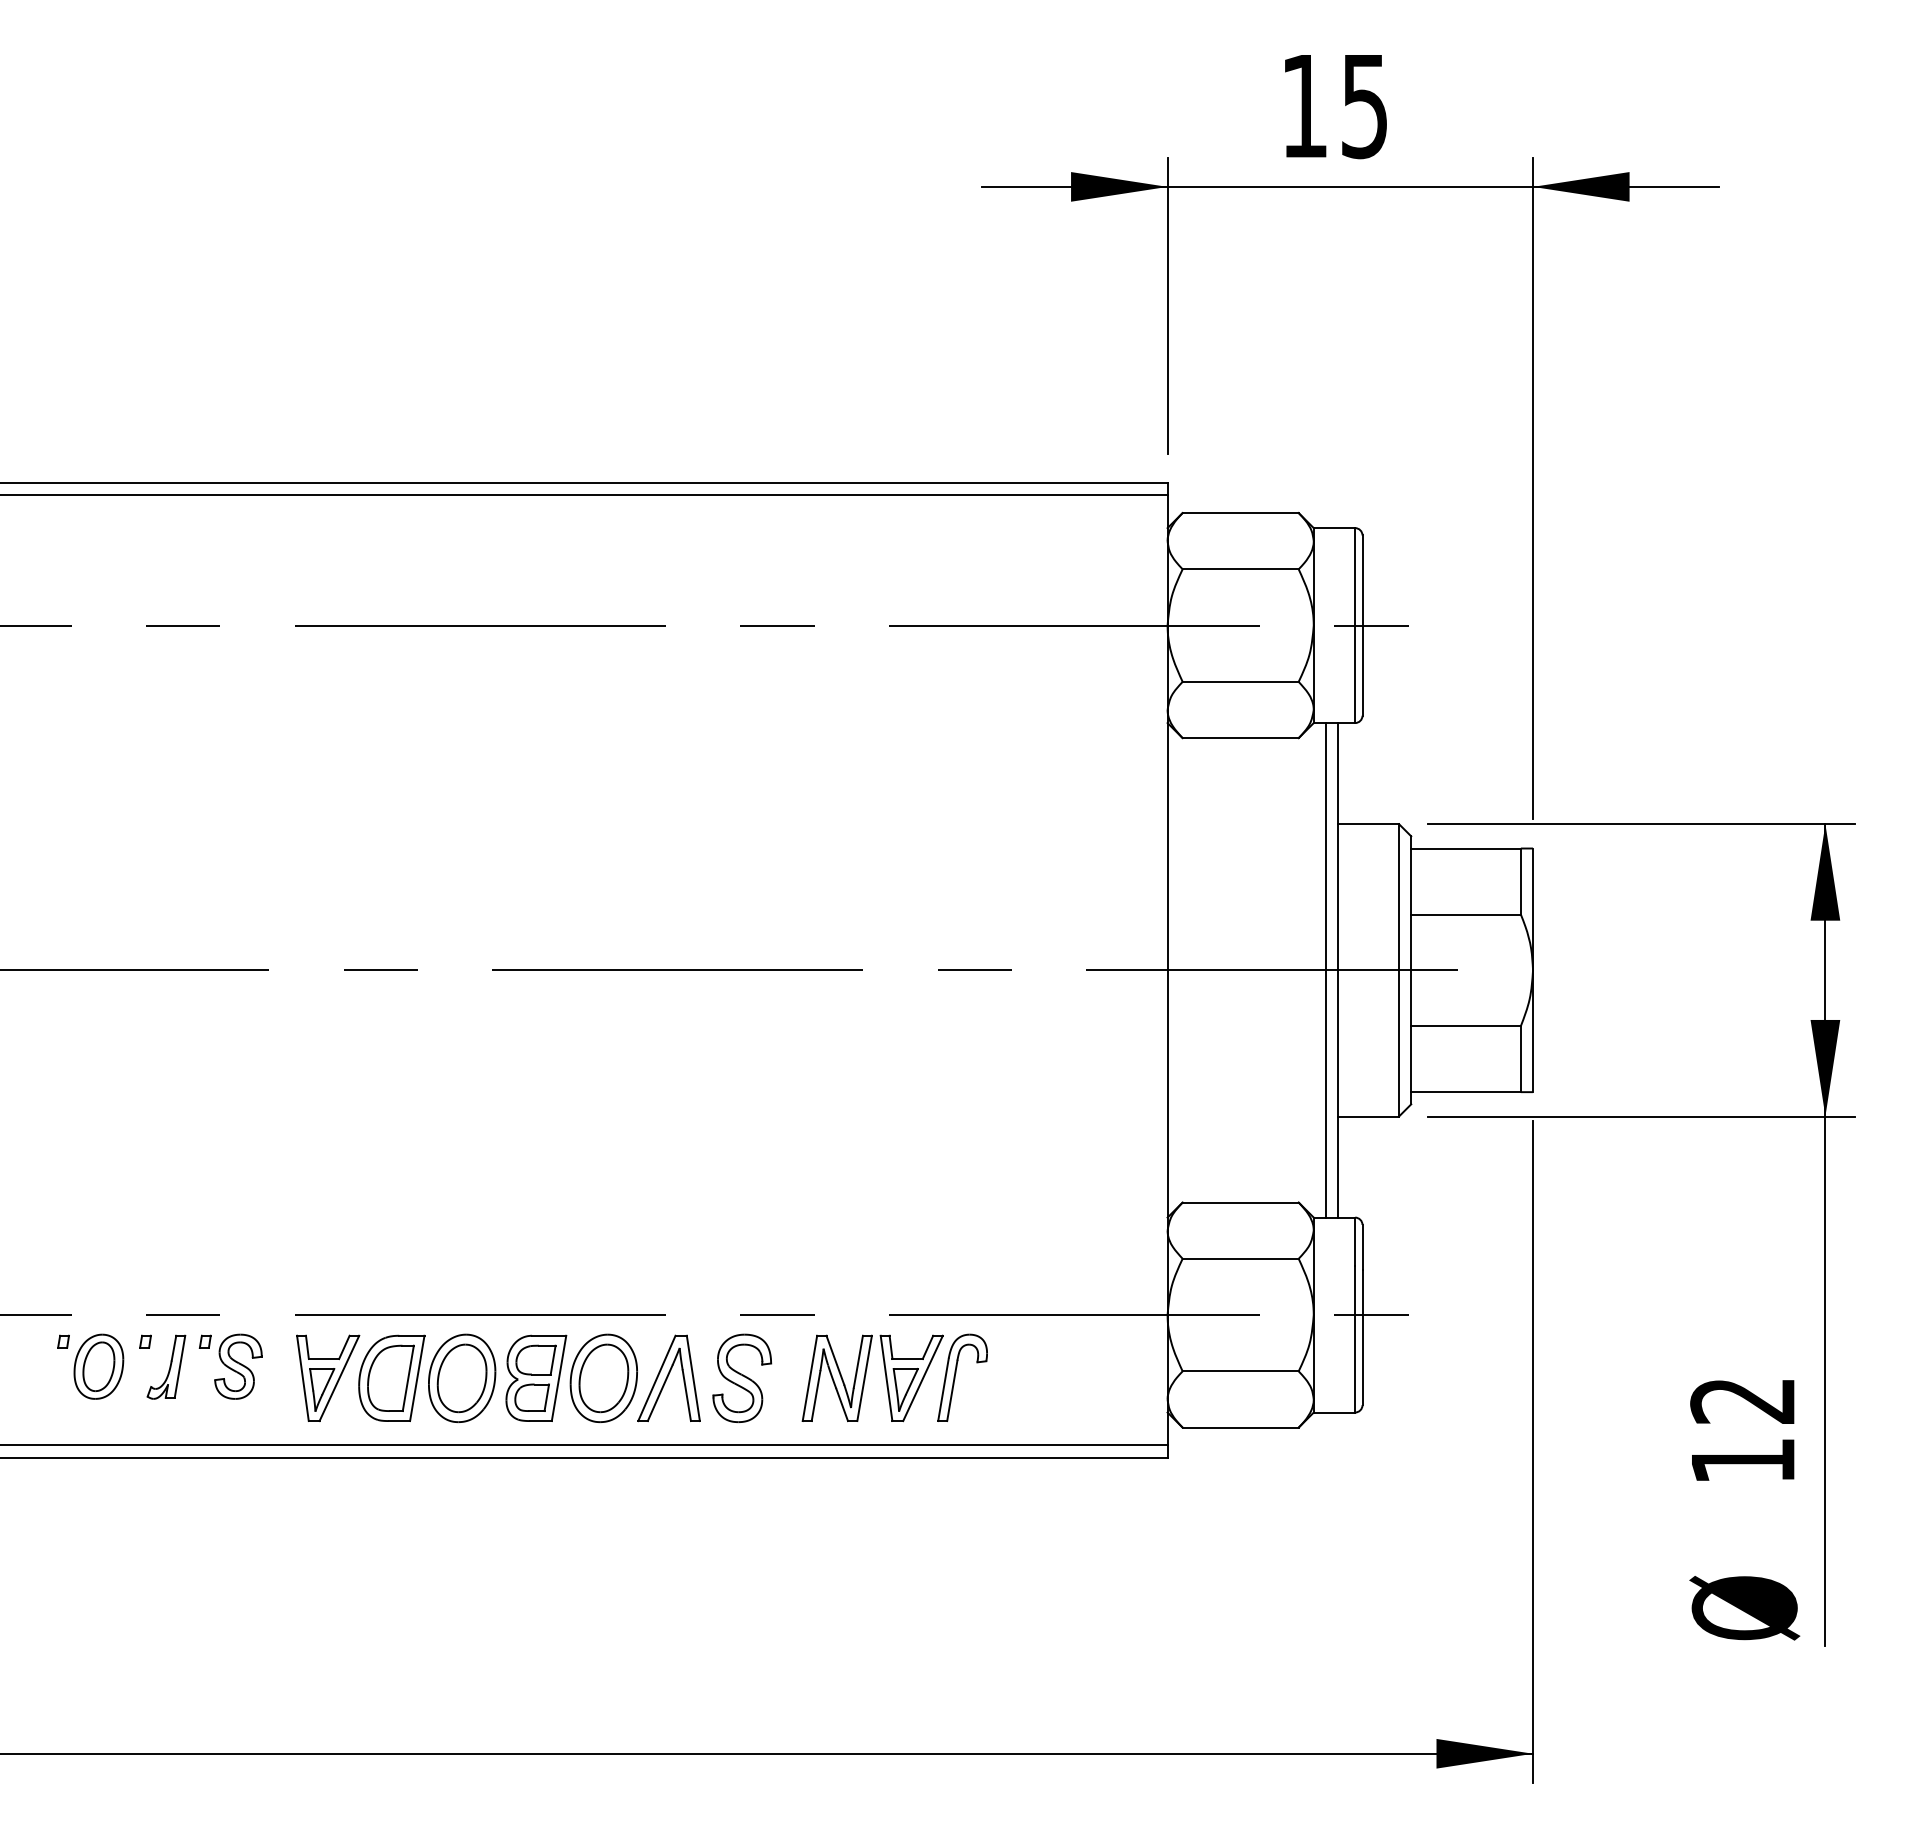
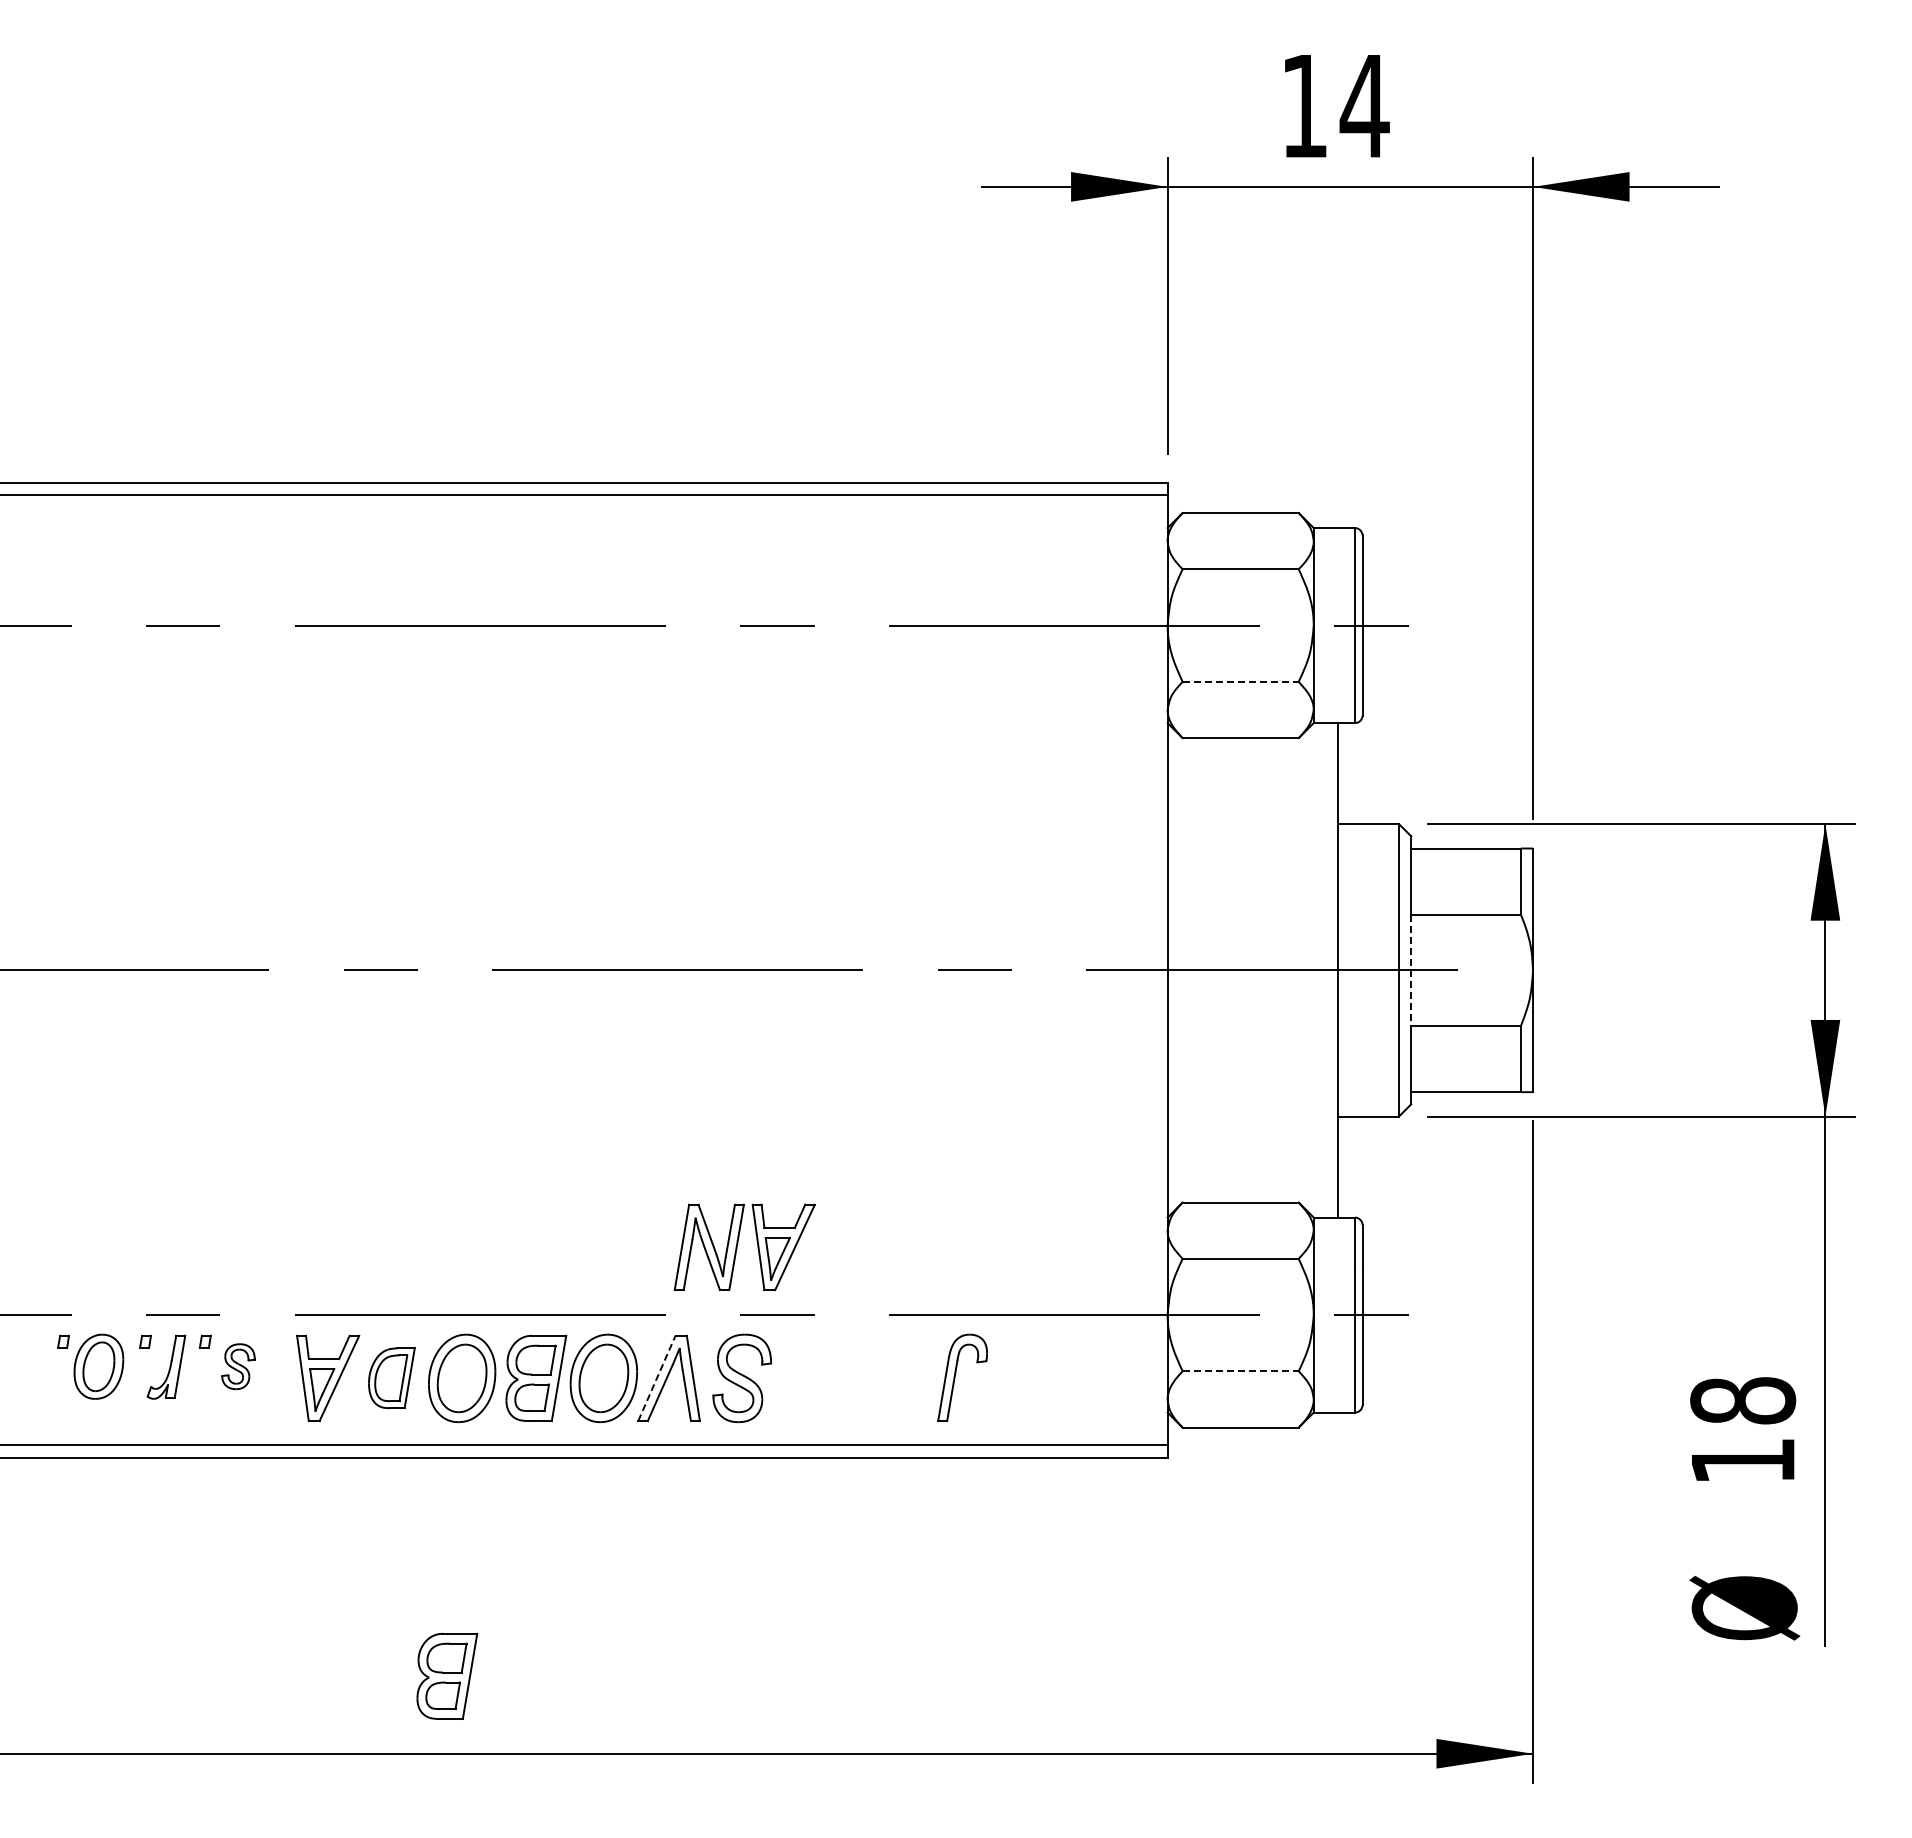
text at (1364, 107): 15 -> 14
line at (1241, 681): solid -> dashed
line at (1325, 970): present -> none
line at (1411, 970): solid -> dashed
part at (238, 1366) size: 49x67 px -> 35x48 px
line at (1241, 1371): solid -> dashed
part at (391, 1377) size: 68x88 px -> 48x62 px
line at (656, 1378): solid -> dashed
part at (865, 1378) position: (865, 1378) -> (737, 1247)
text at (1743, 1400): 12 -> 18
part at (447, 1675): none -> present
